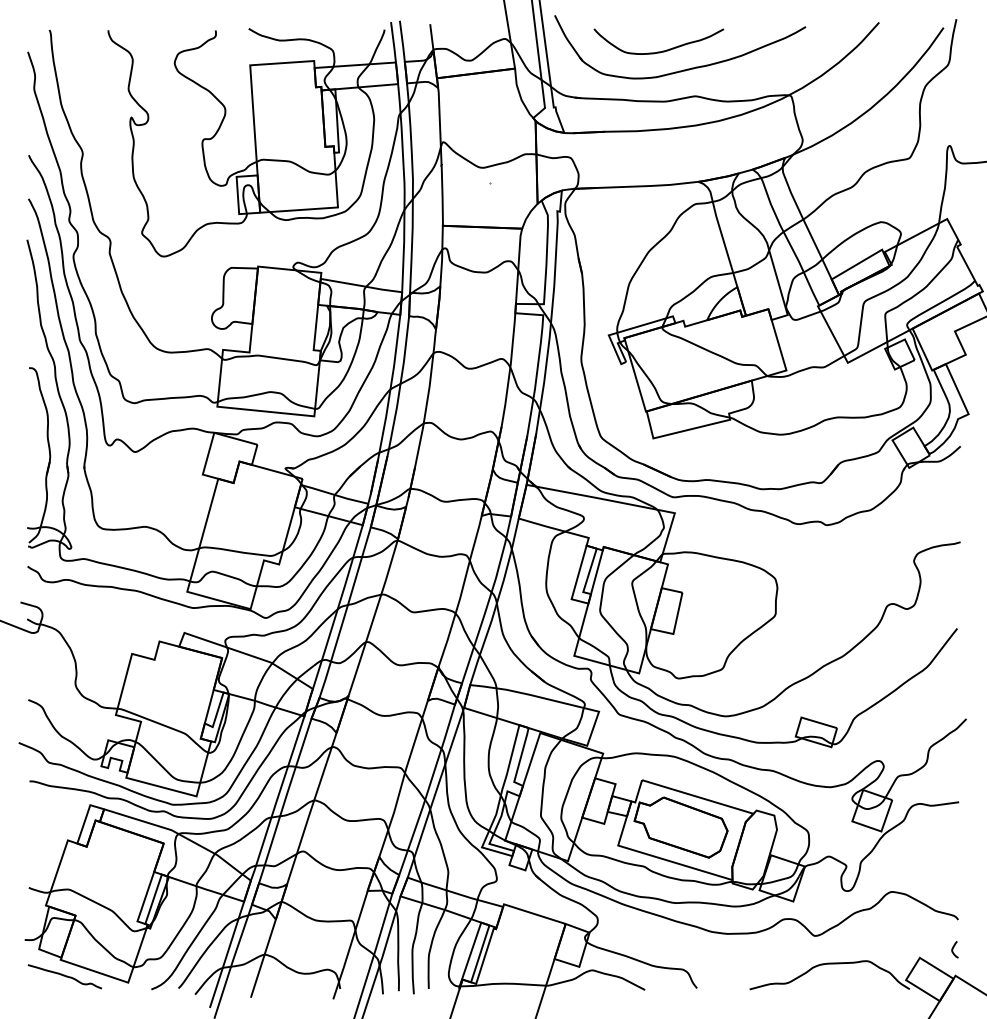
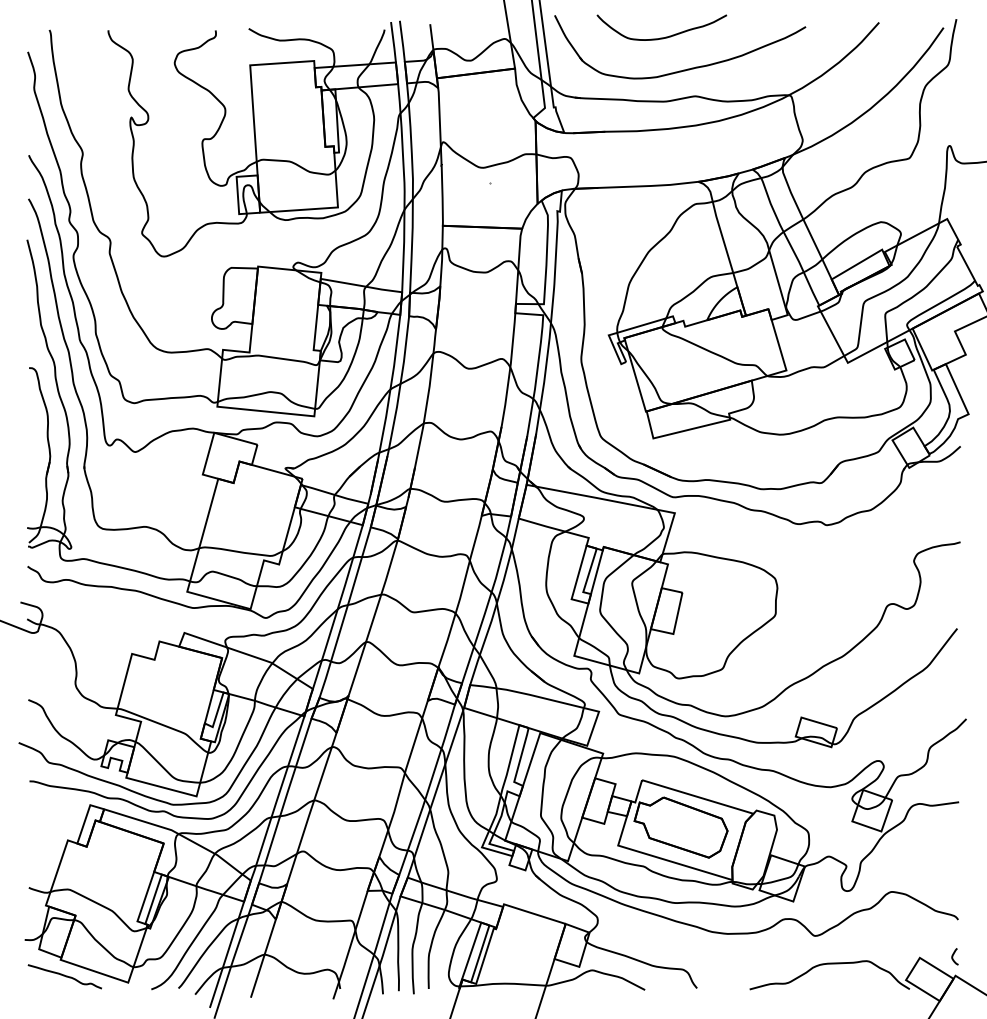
curve at (662, 50) position: (662, 50) -> (665, 36)
curve at (953, 949) position: (953, 949) -> (953, 956)
